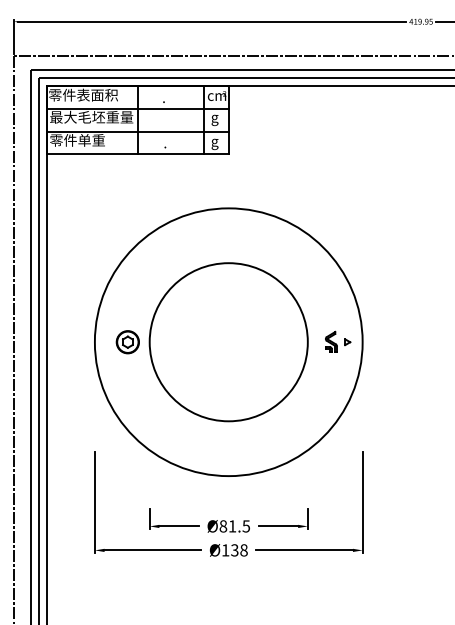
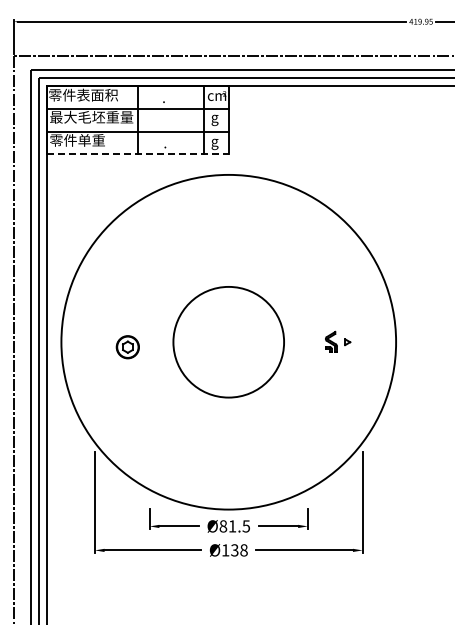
line at (137, 154): solid -> dashed
part at (127, 342) position: (127, 342) -> (127, 347)
circle at (228, 342) diameter: 158 px -> 111 px
circle at (228, 342) diameter: 268 px -> 335 px
